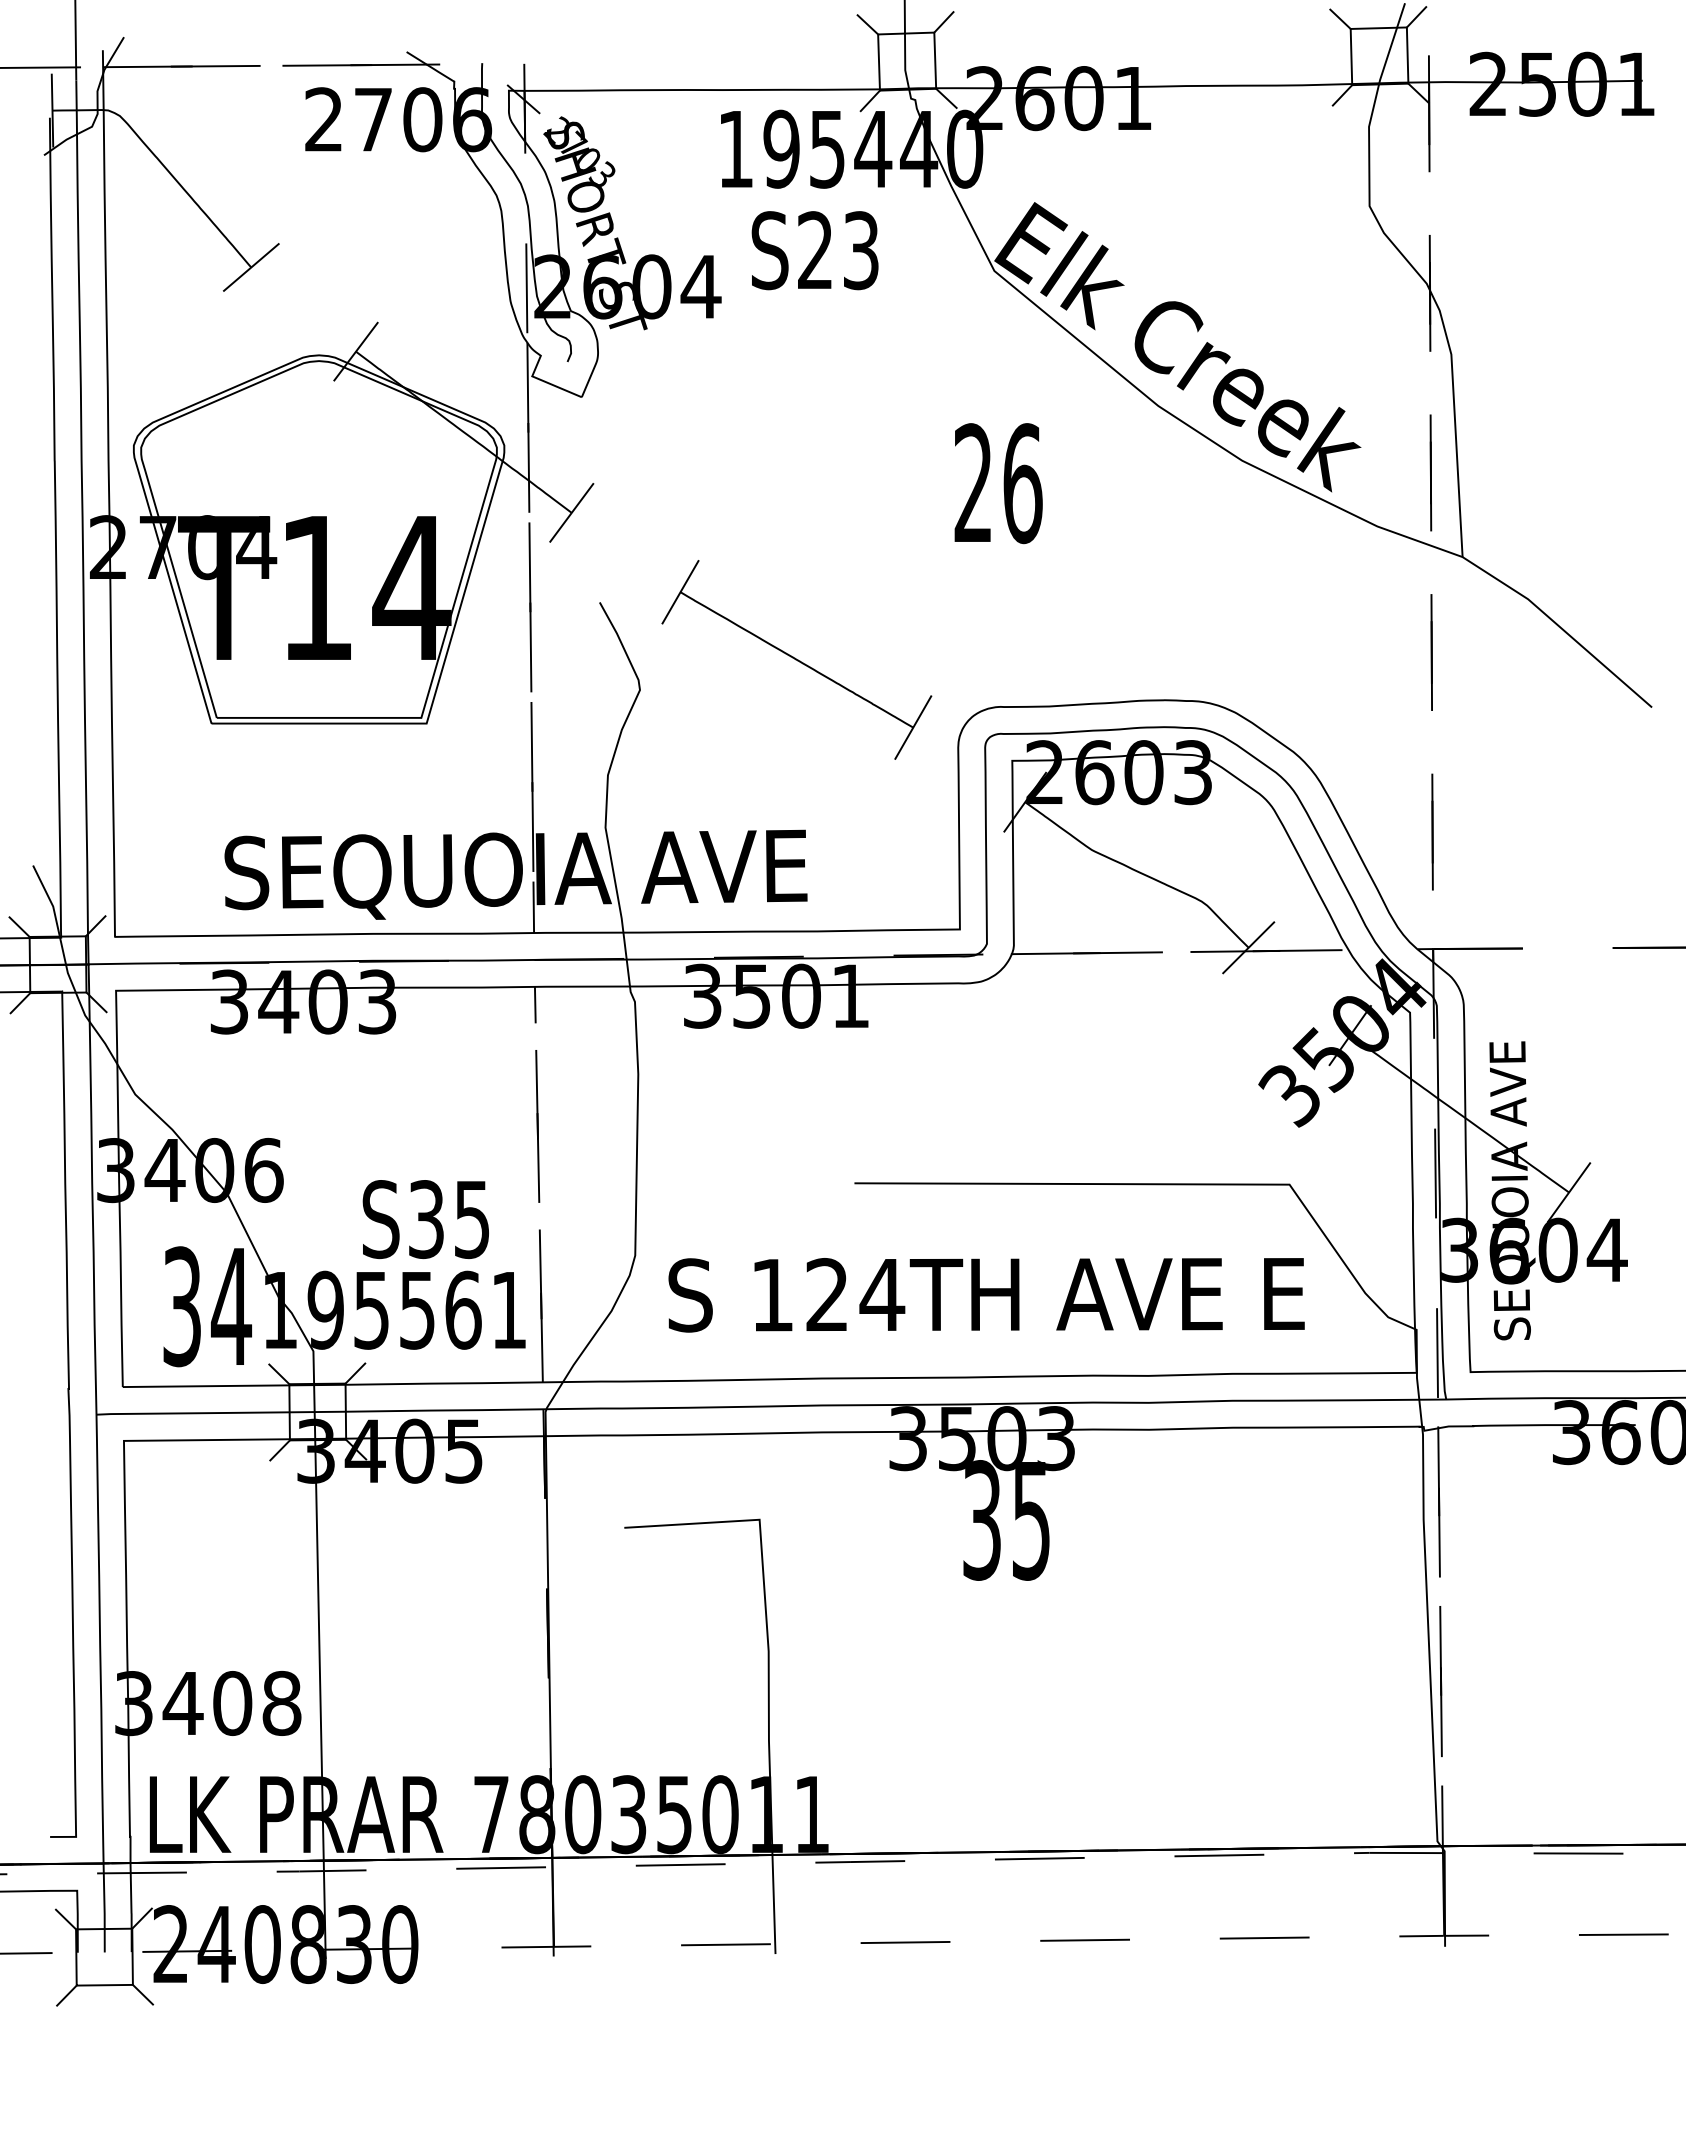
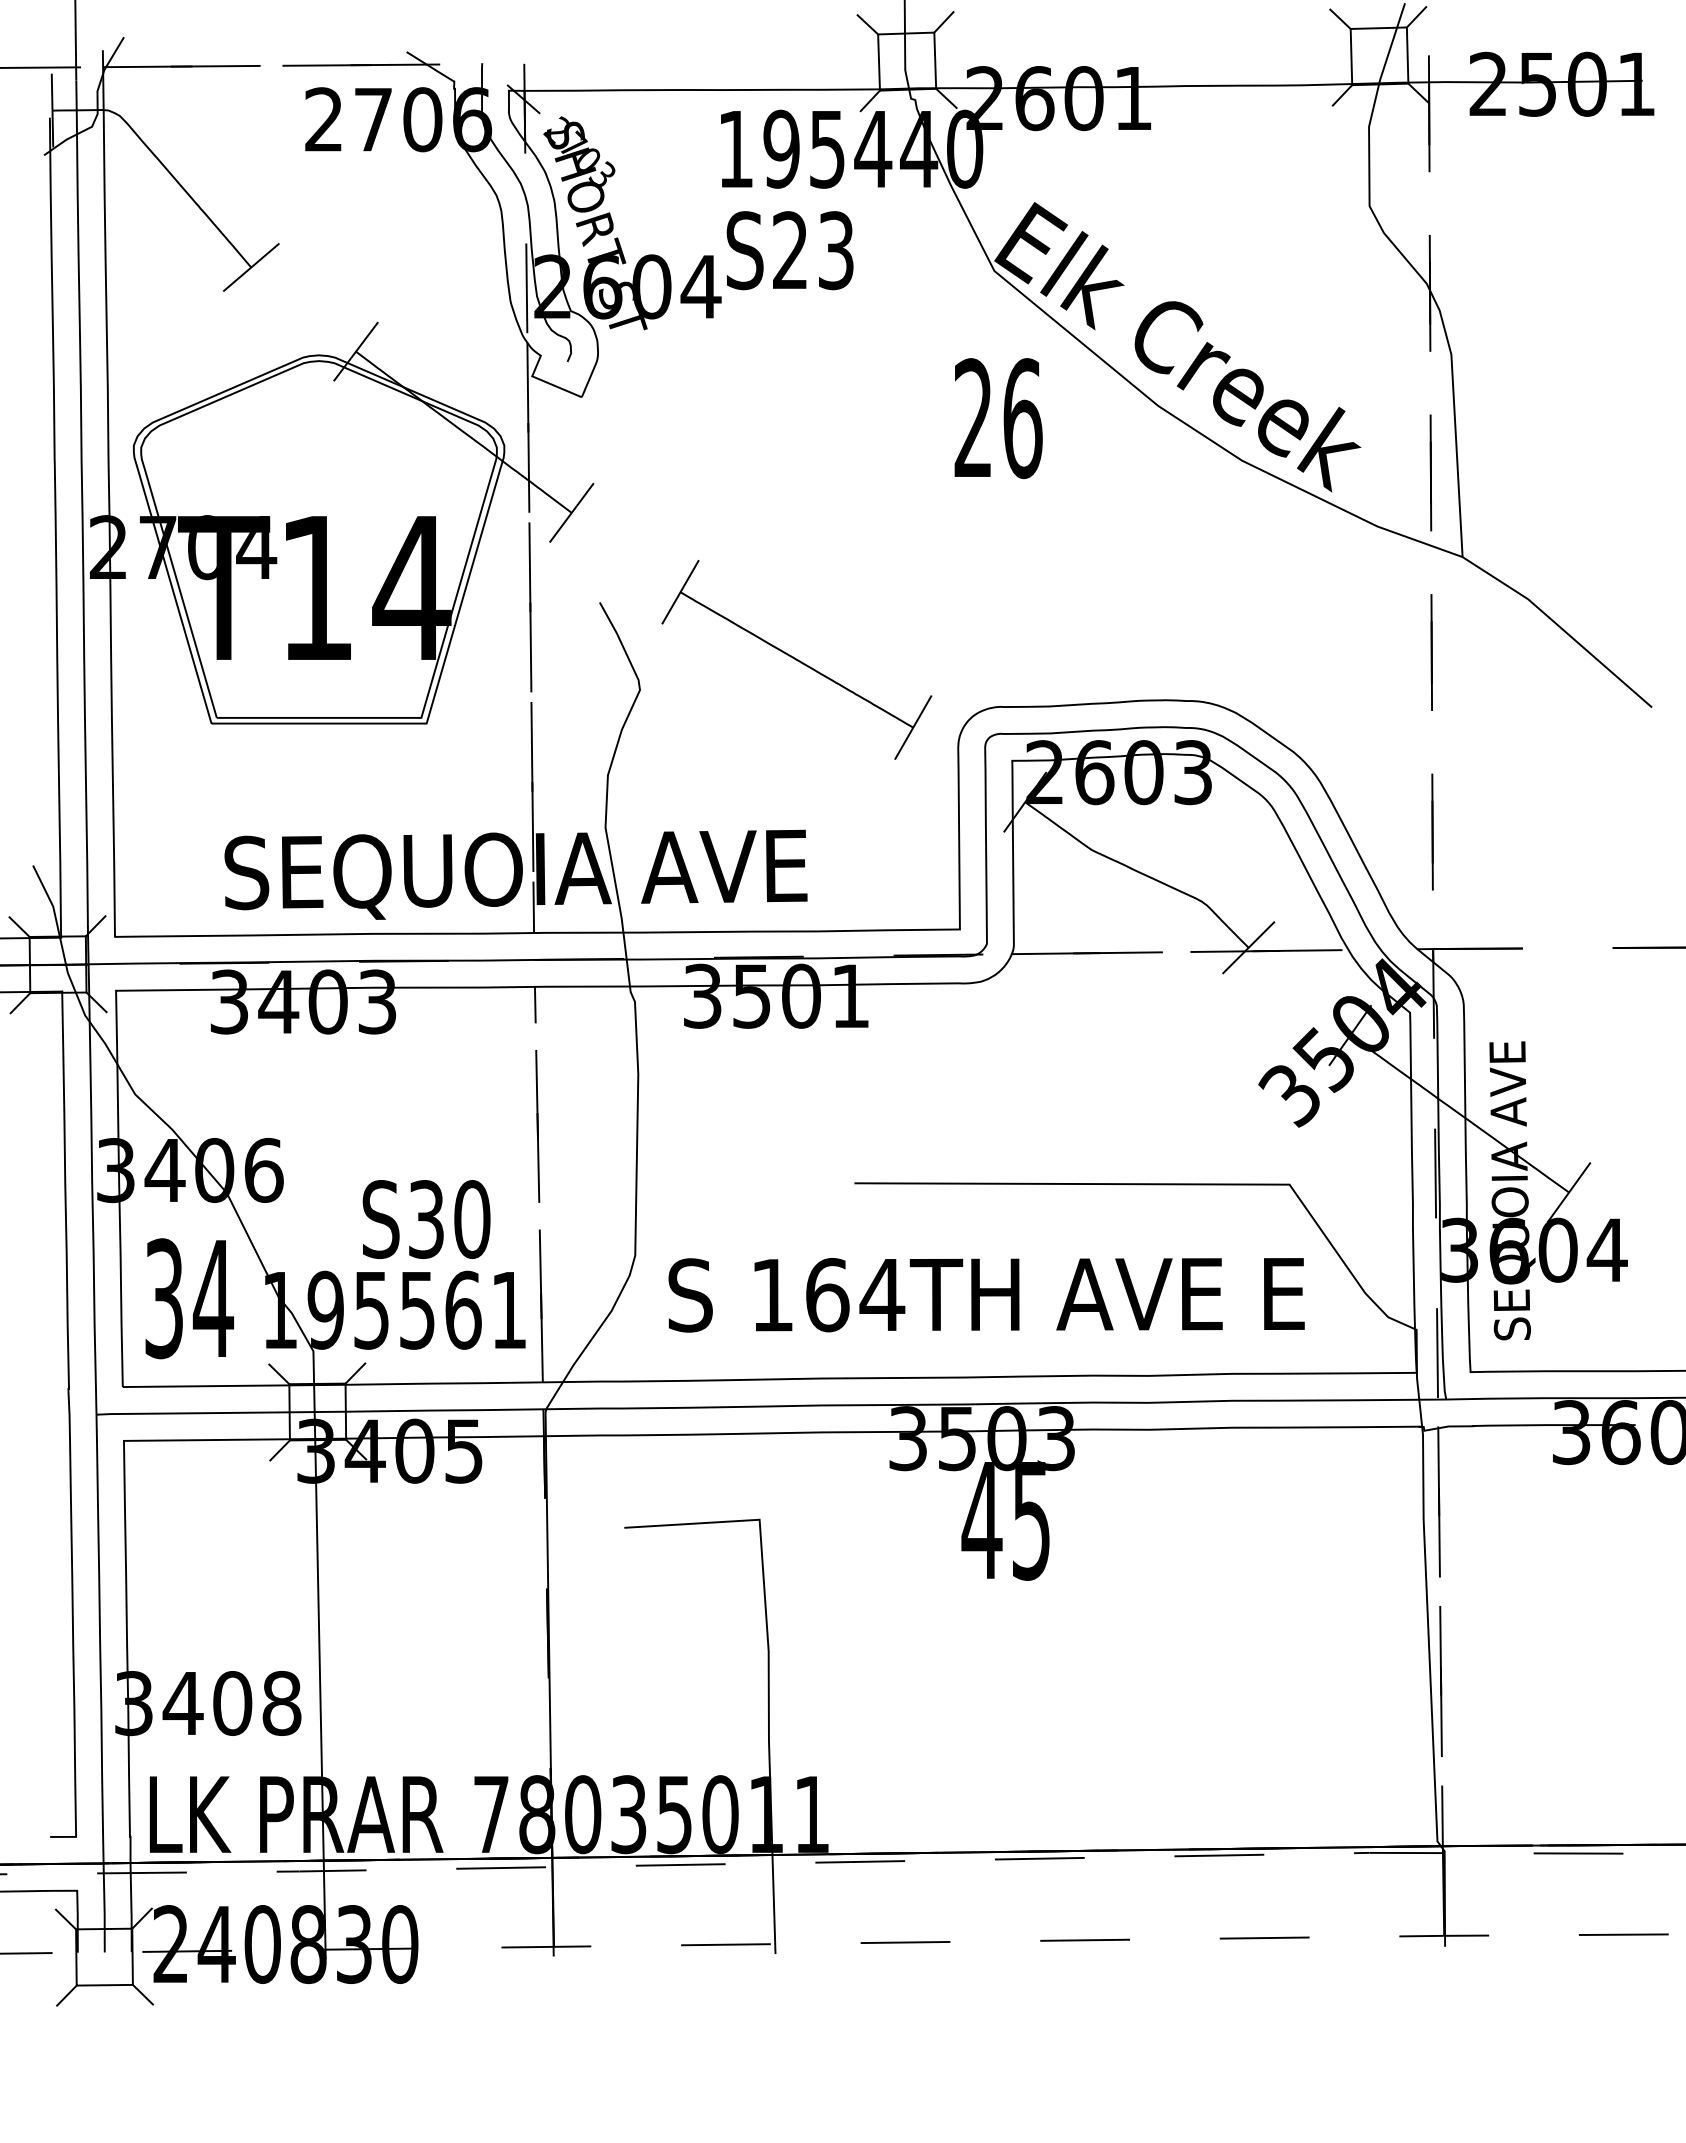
text at (814, 250) position: (814, 250) -> (789, 250)
text at (998, 483) position: (998, 483) -> (998, 418)
text at (472, 1219): S35 -> S30
text at (827, 1295): 124TH -> 164TH
text at (207, 1306) position: (207, 1306) -> (189, 1298)
text at (981, 1520): 35 -> 45
